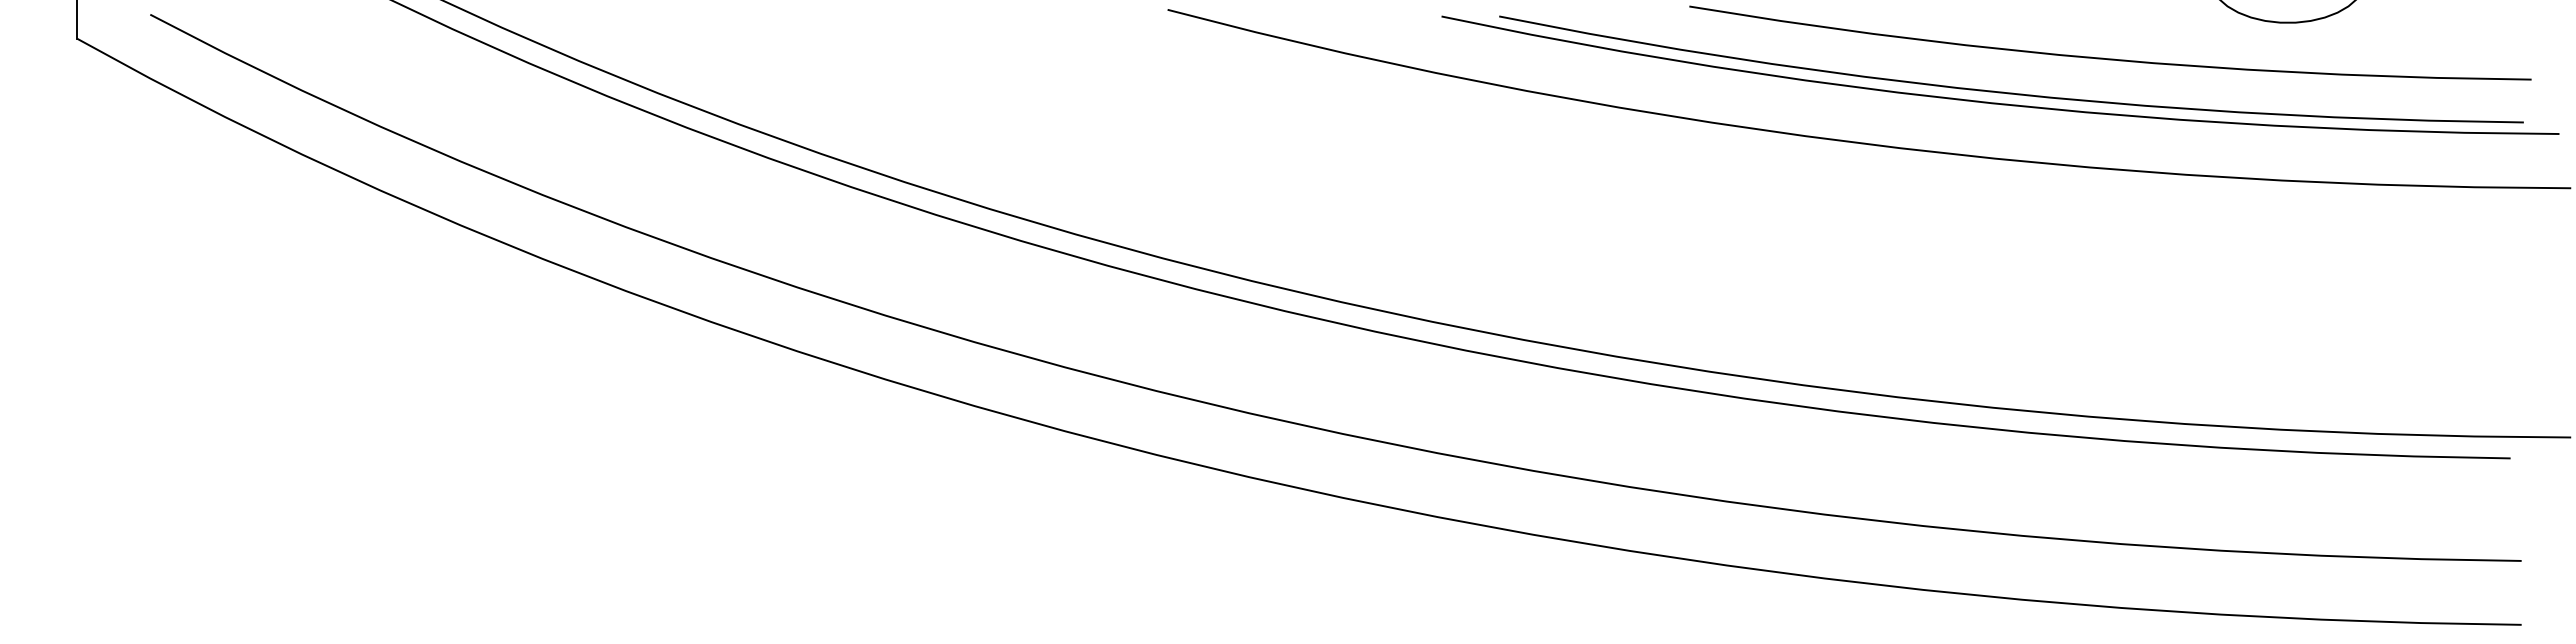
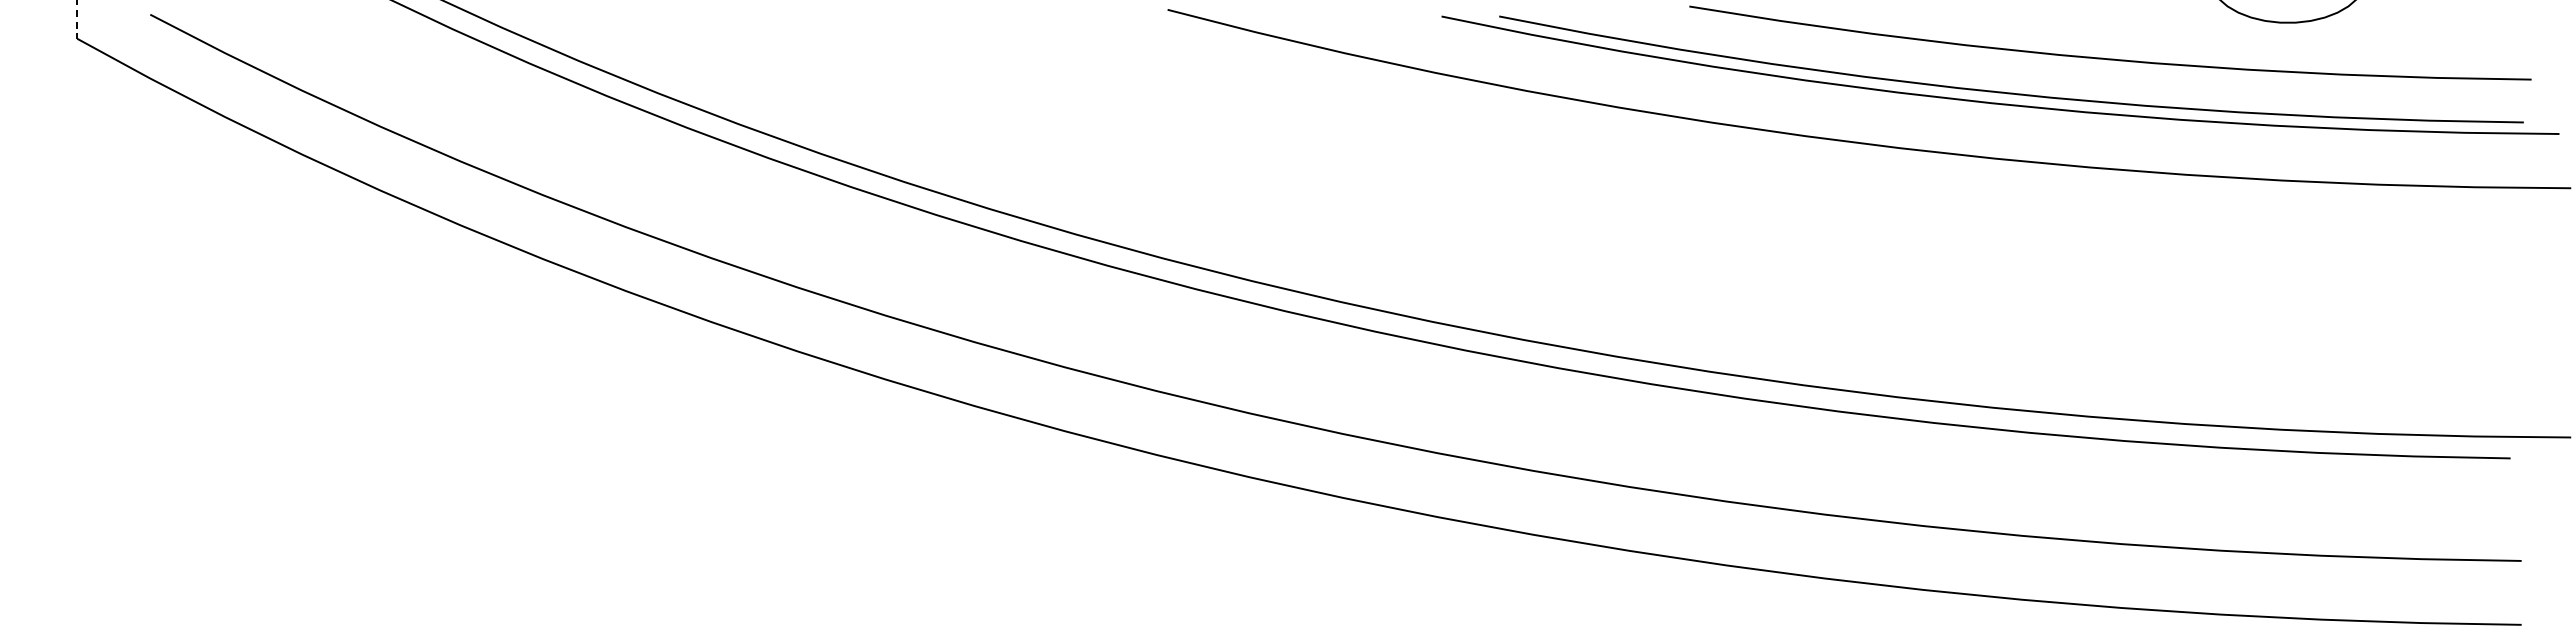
line at (77, 19): solid -> dashed
